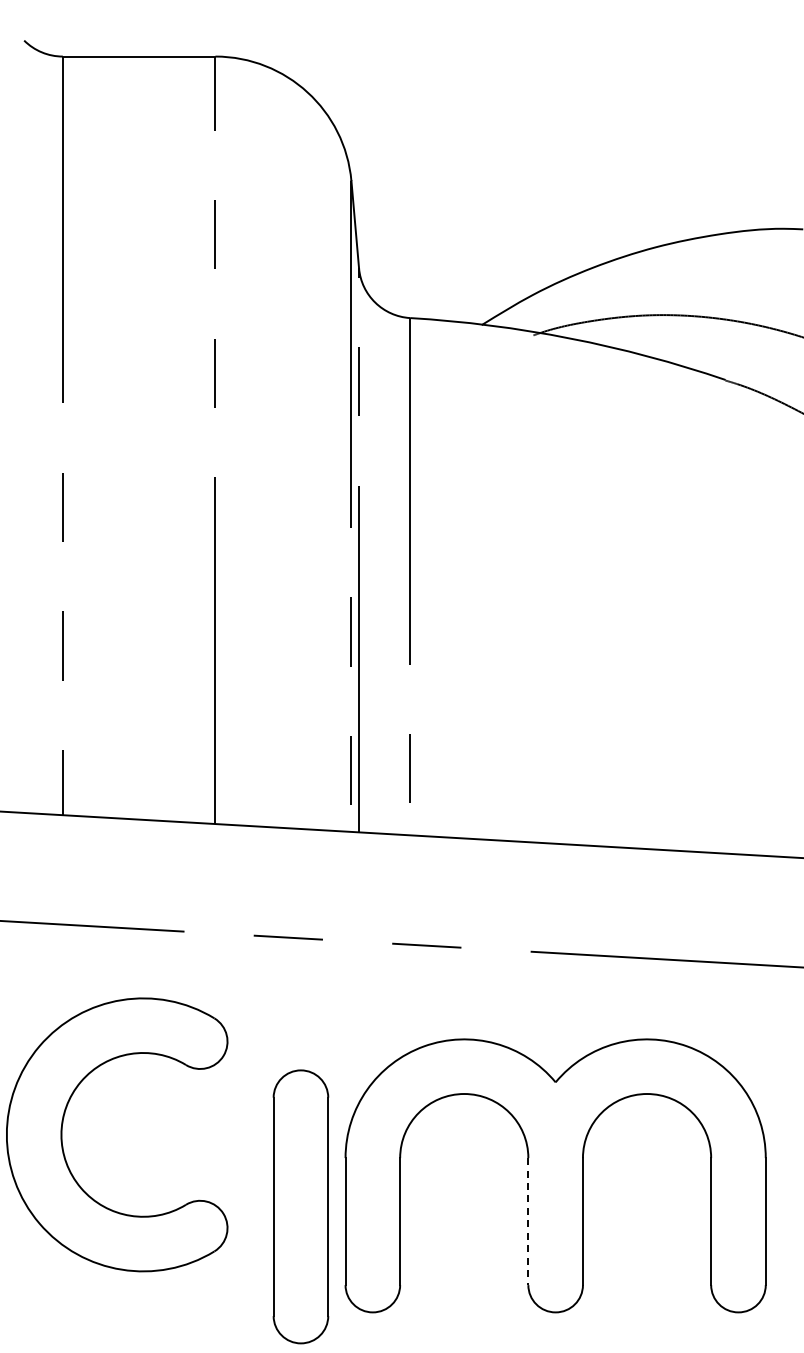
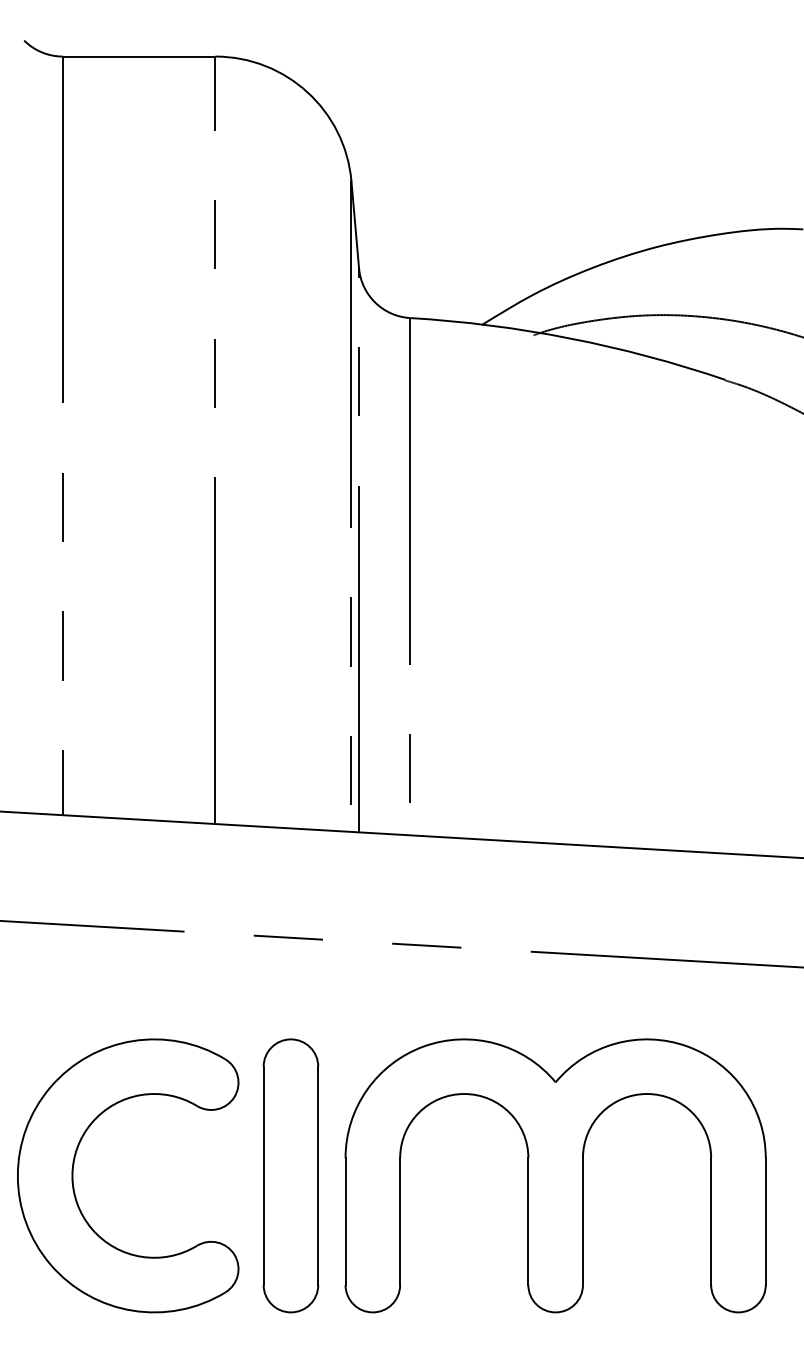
part at (62, 1134) position: (62, 1134) -> (73, 1175)
part at (300, 1206) position: (300, 1206) -> (290, 1175)
line at (528, 1221): dashed -> solid
